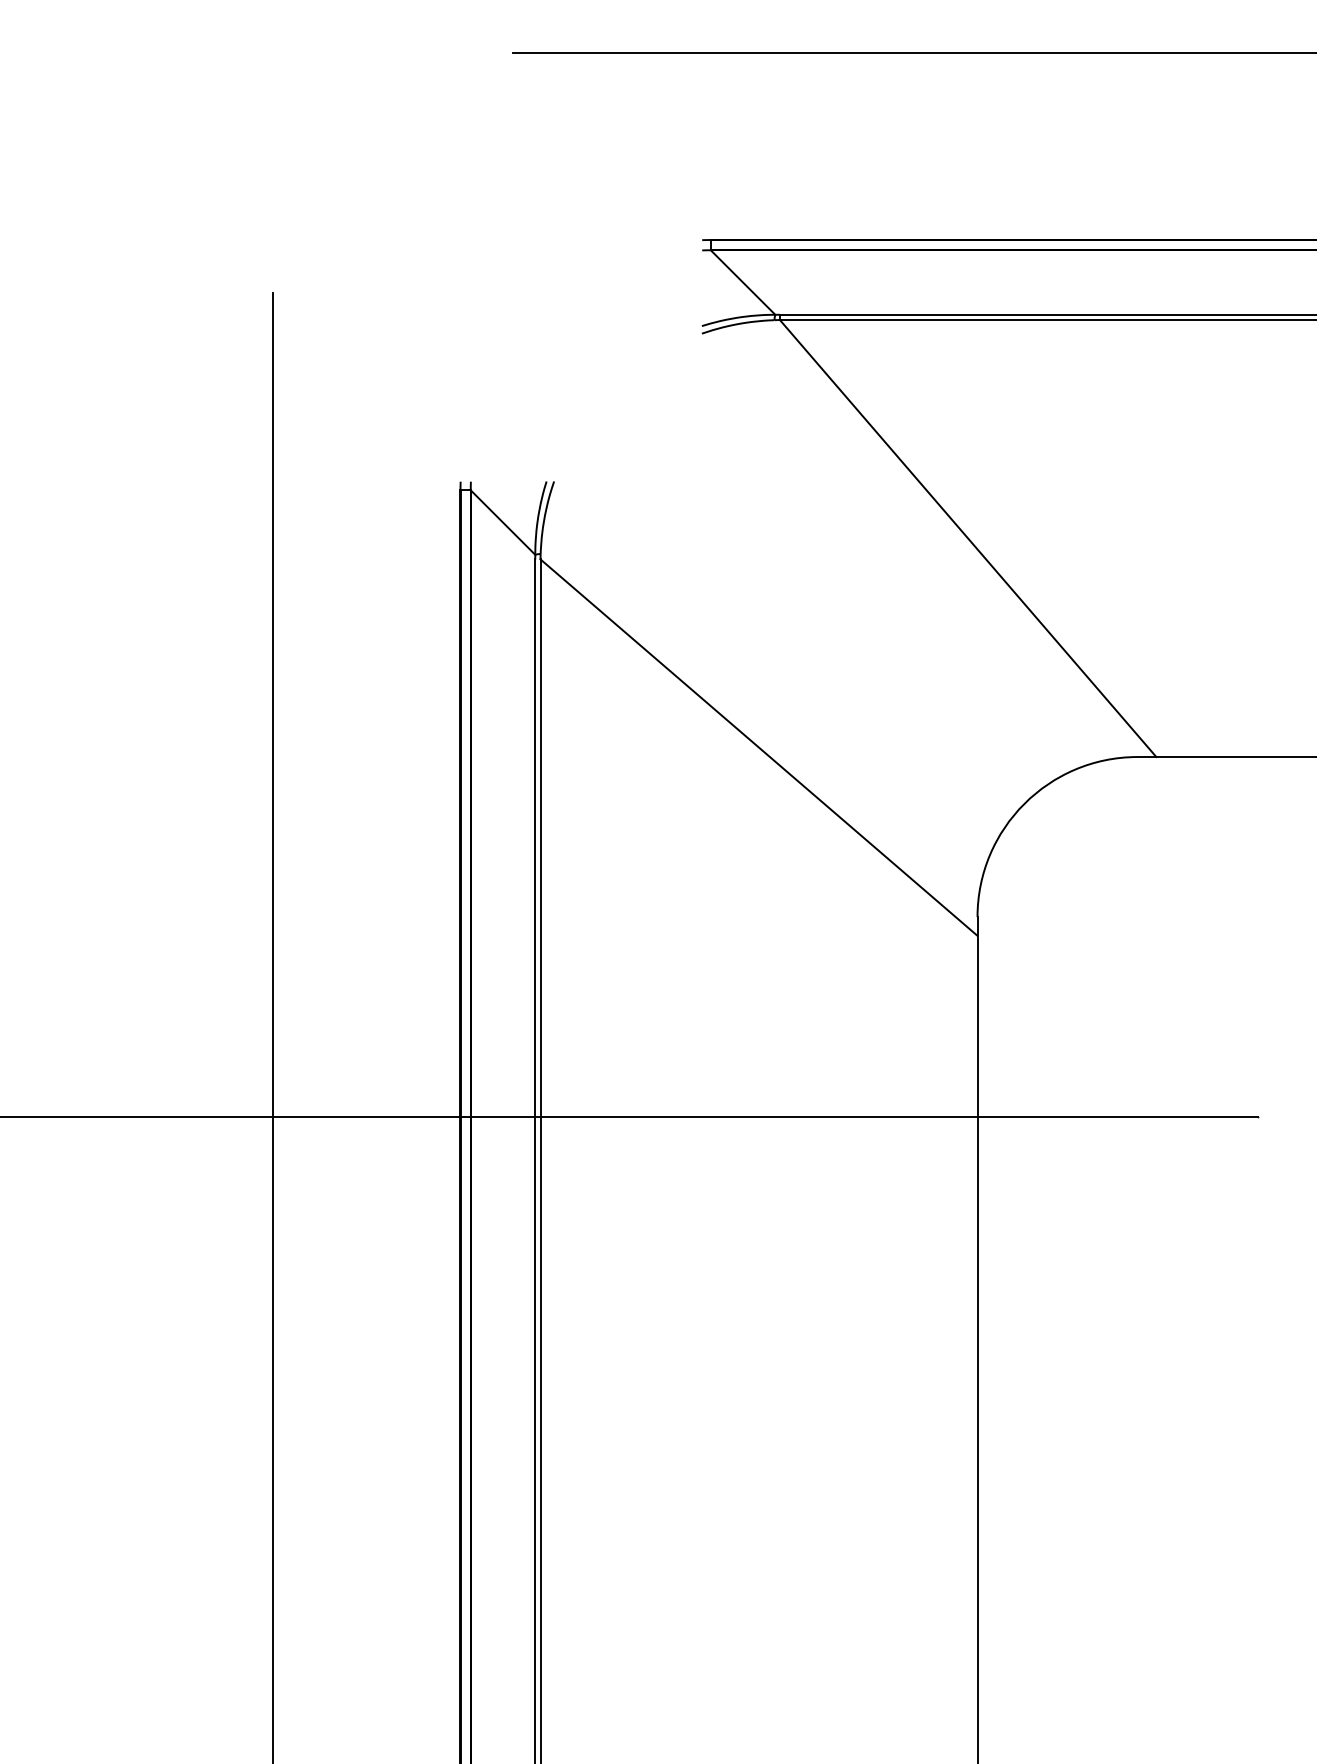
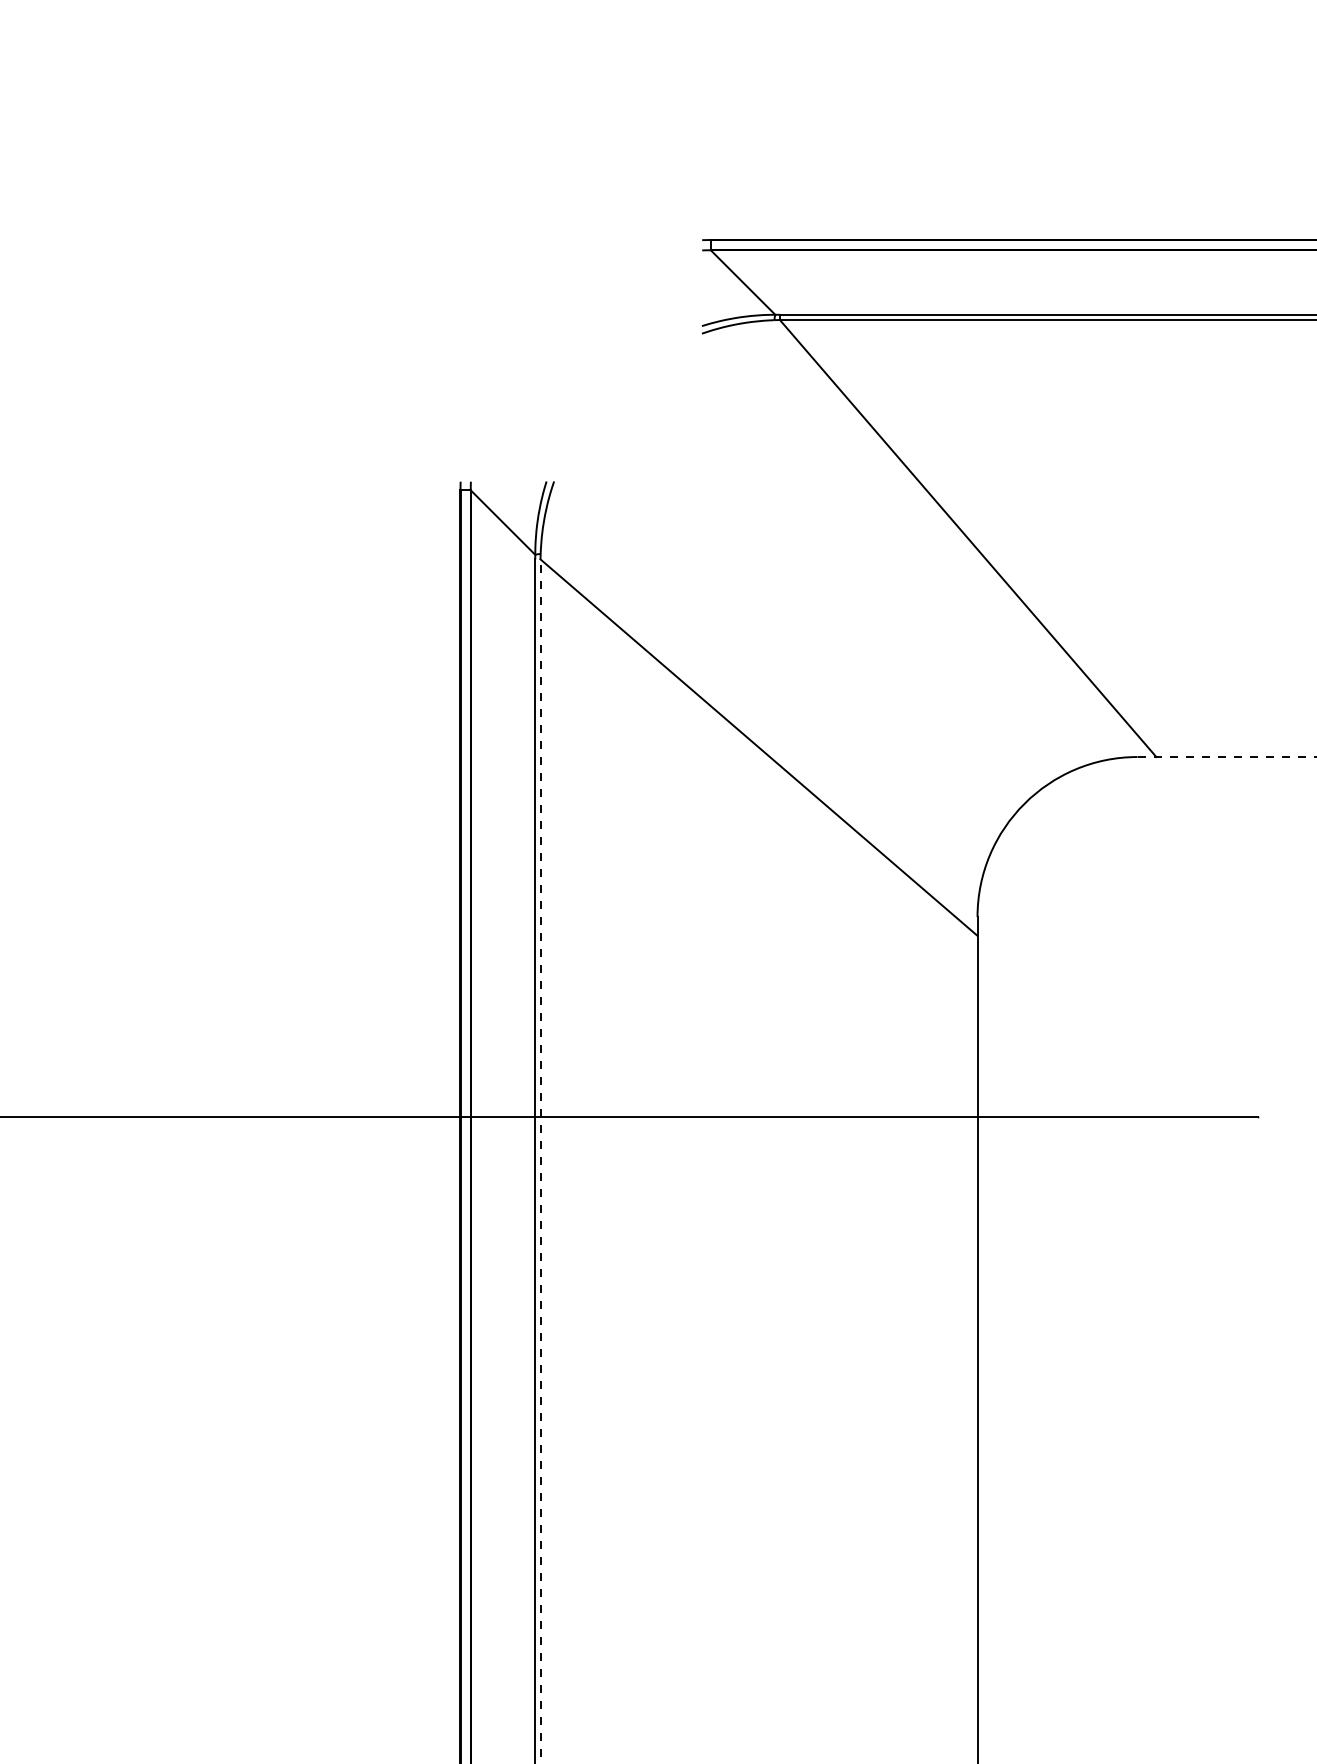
line at (913, 52): present -> none
line at (1227, 757): solid -> dashed
line at (273, 1026): present -> none
line at (540, 1161): solid -> dashed
